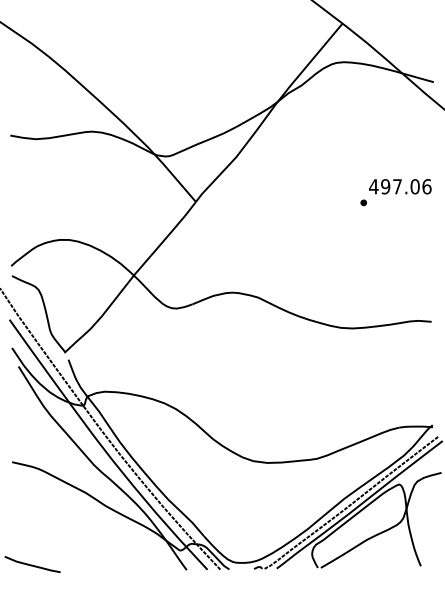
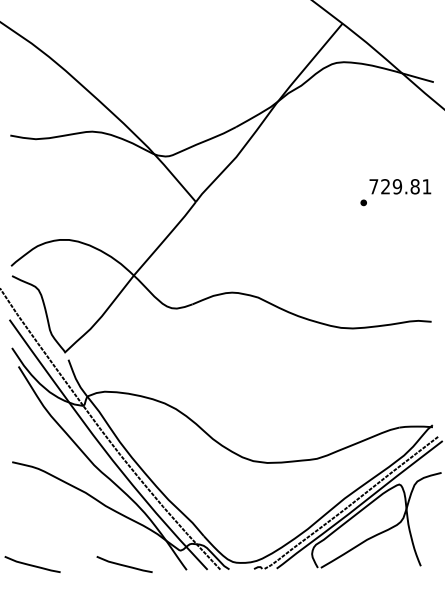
text at (400, 186): 497.06 -> 729.81
curve at (124, 564): none -> present
